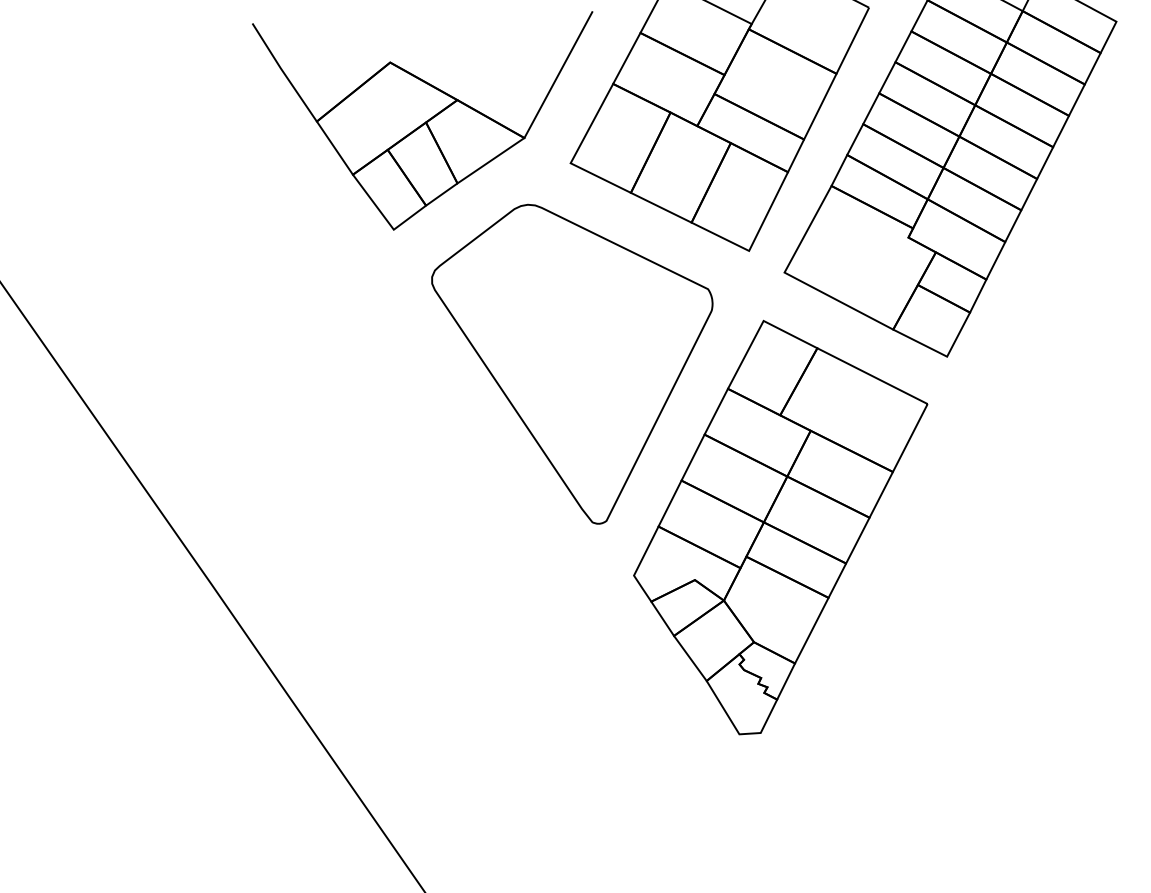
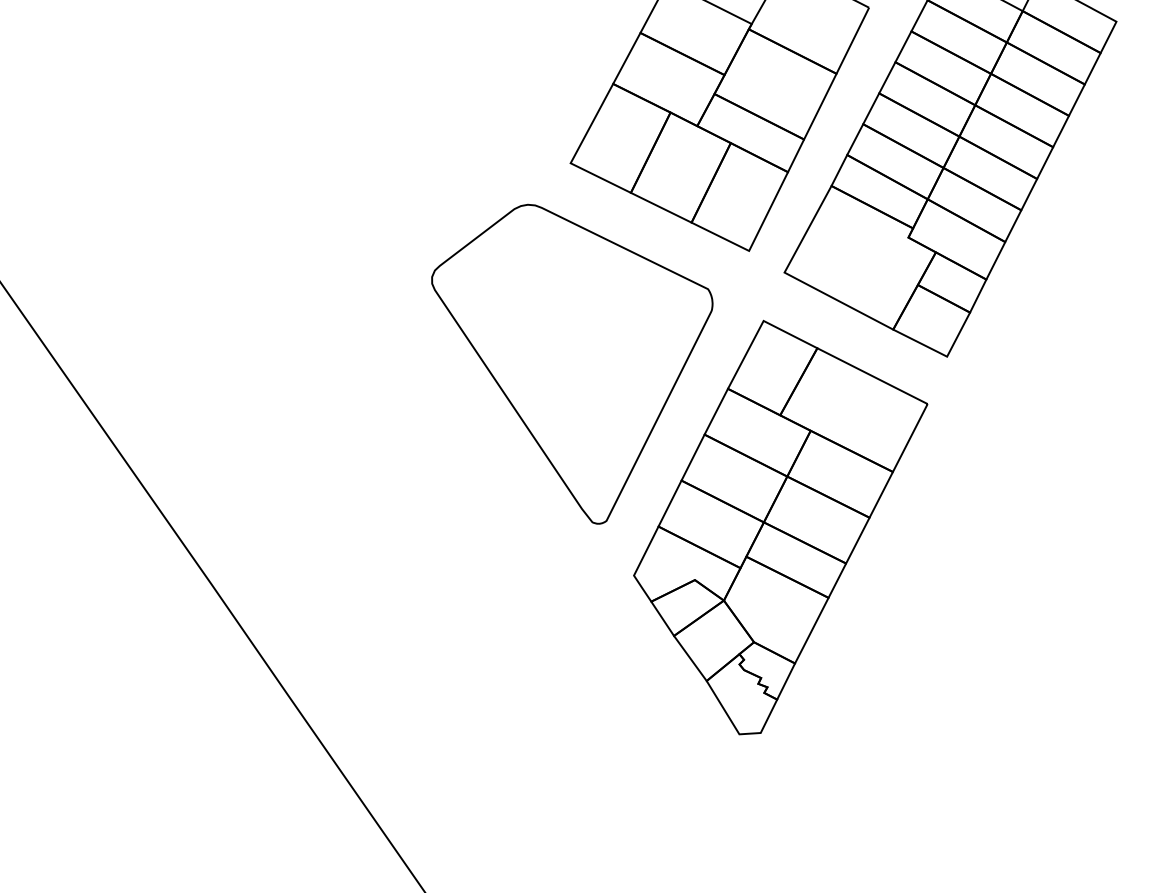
part at (422, 120): present -> none
